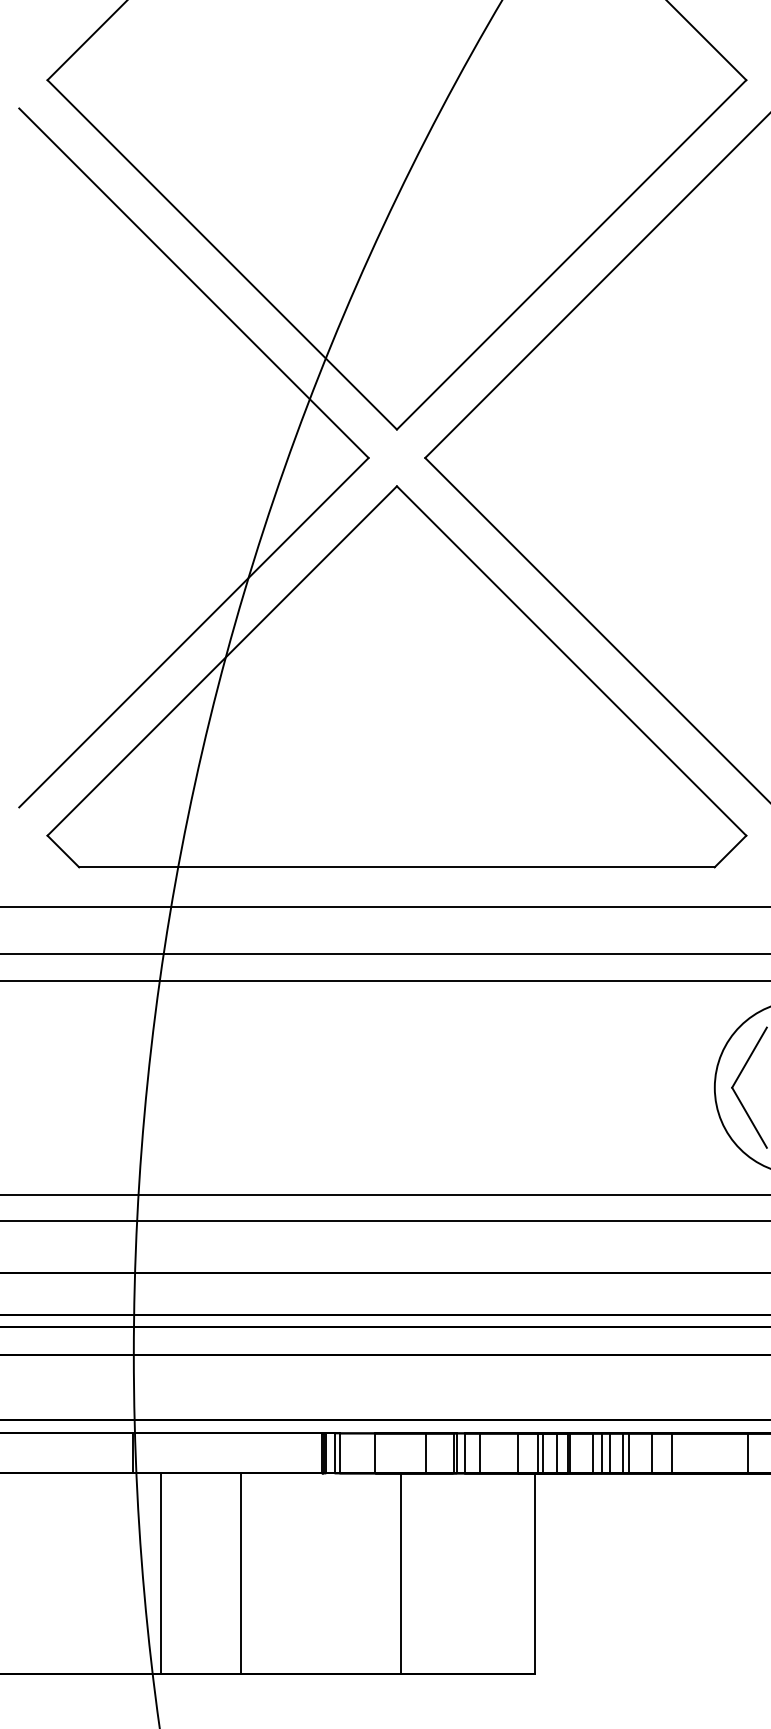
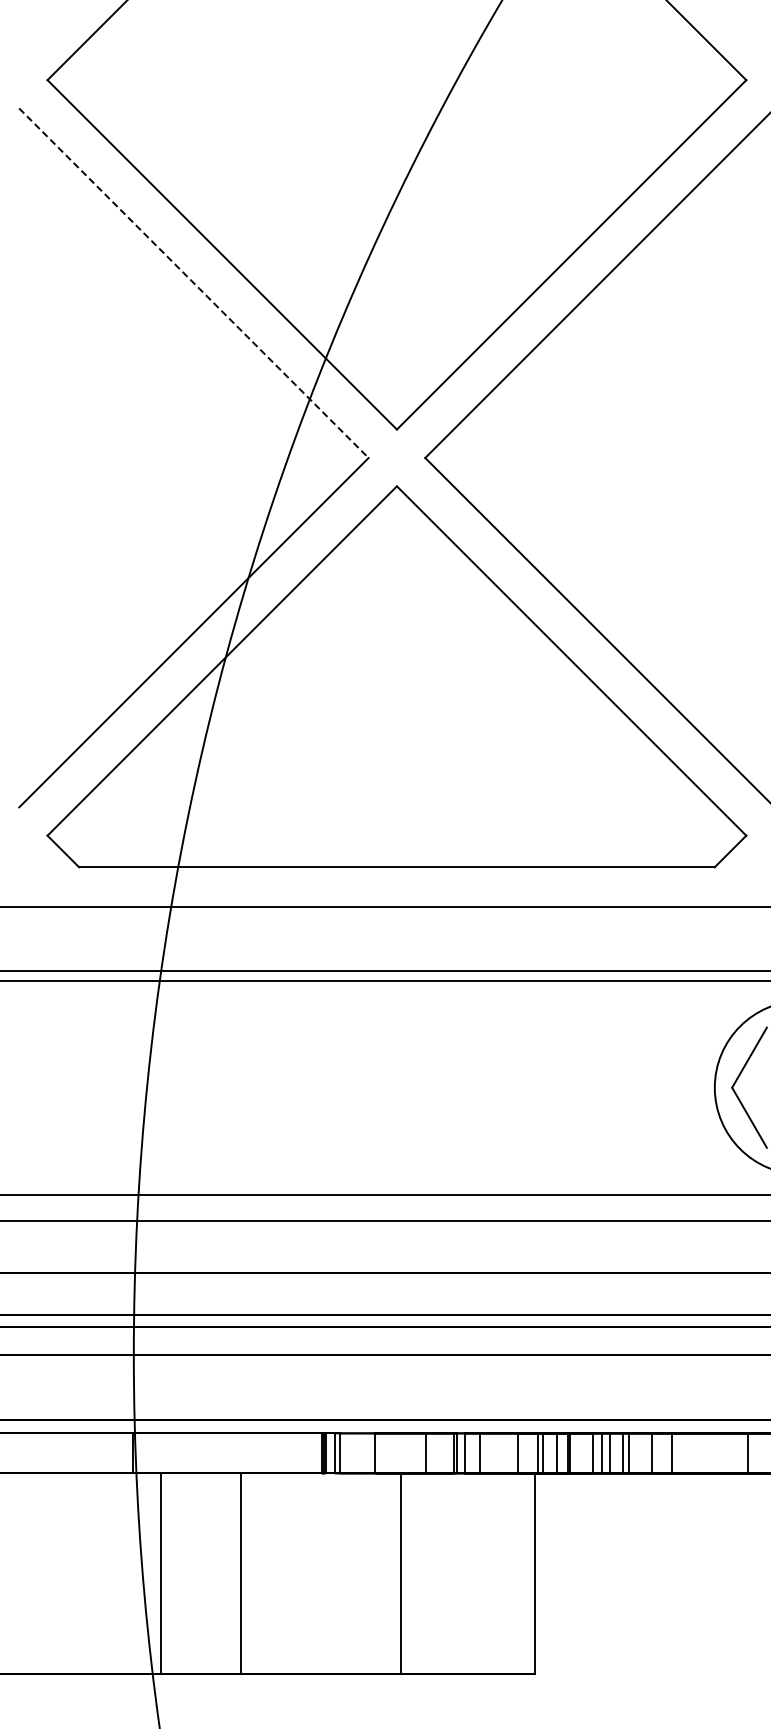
line at (194, 283): solid -> dashed
line at (384, 954) position: (384, 954) -> (384, 971)
